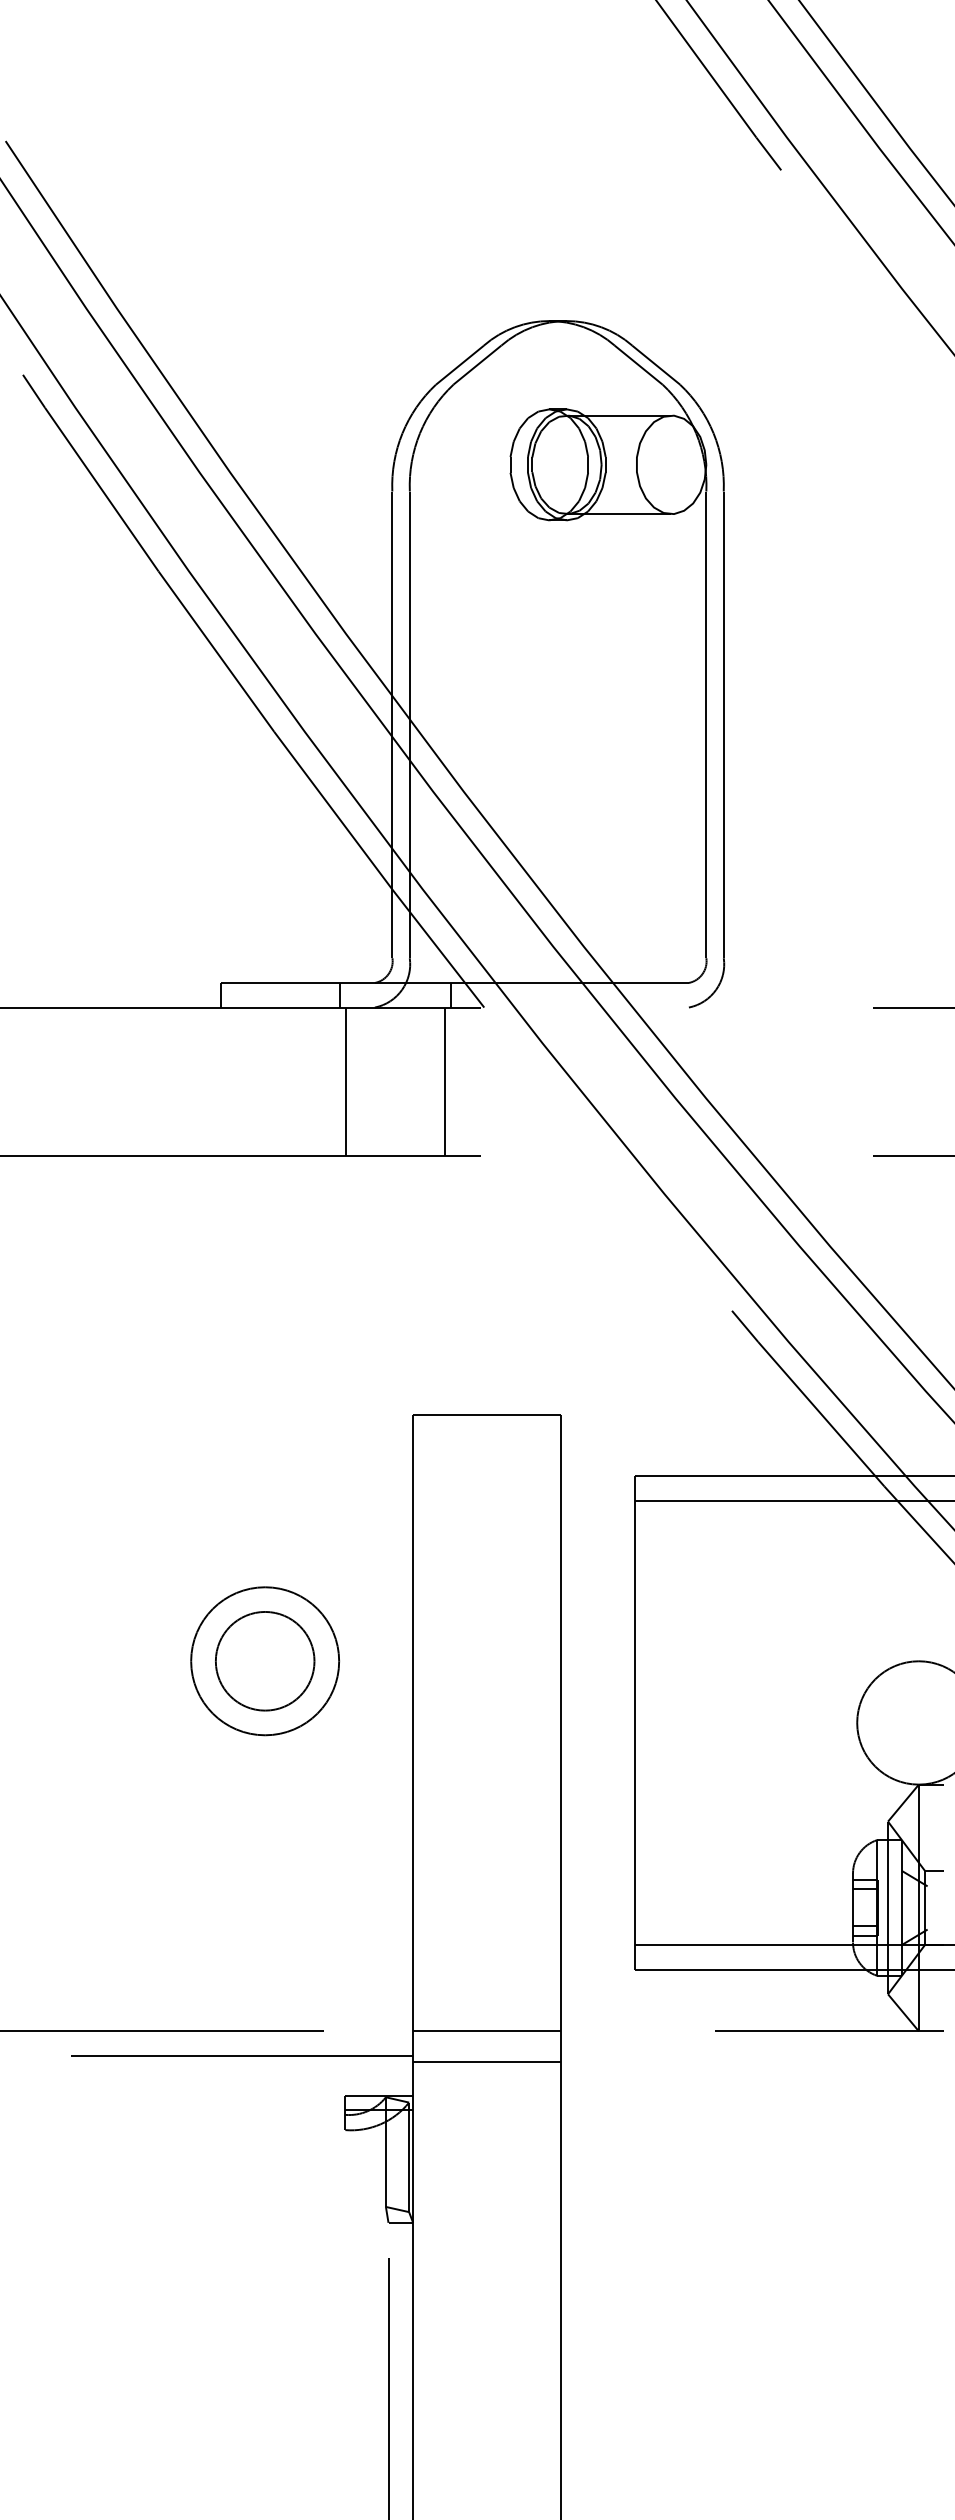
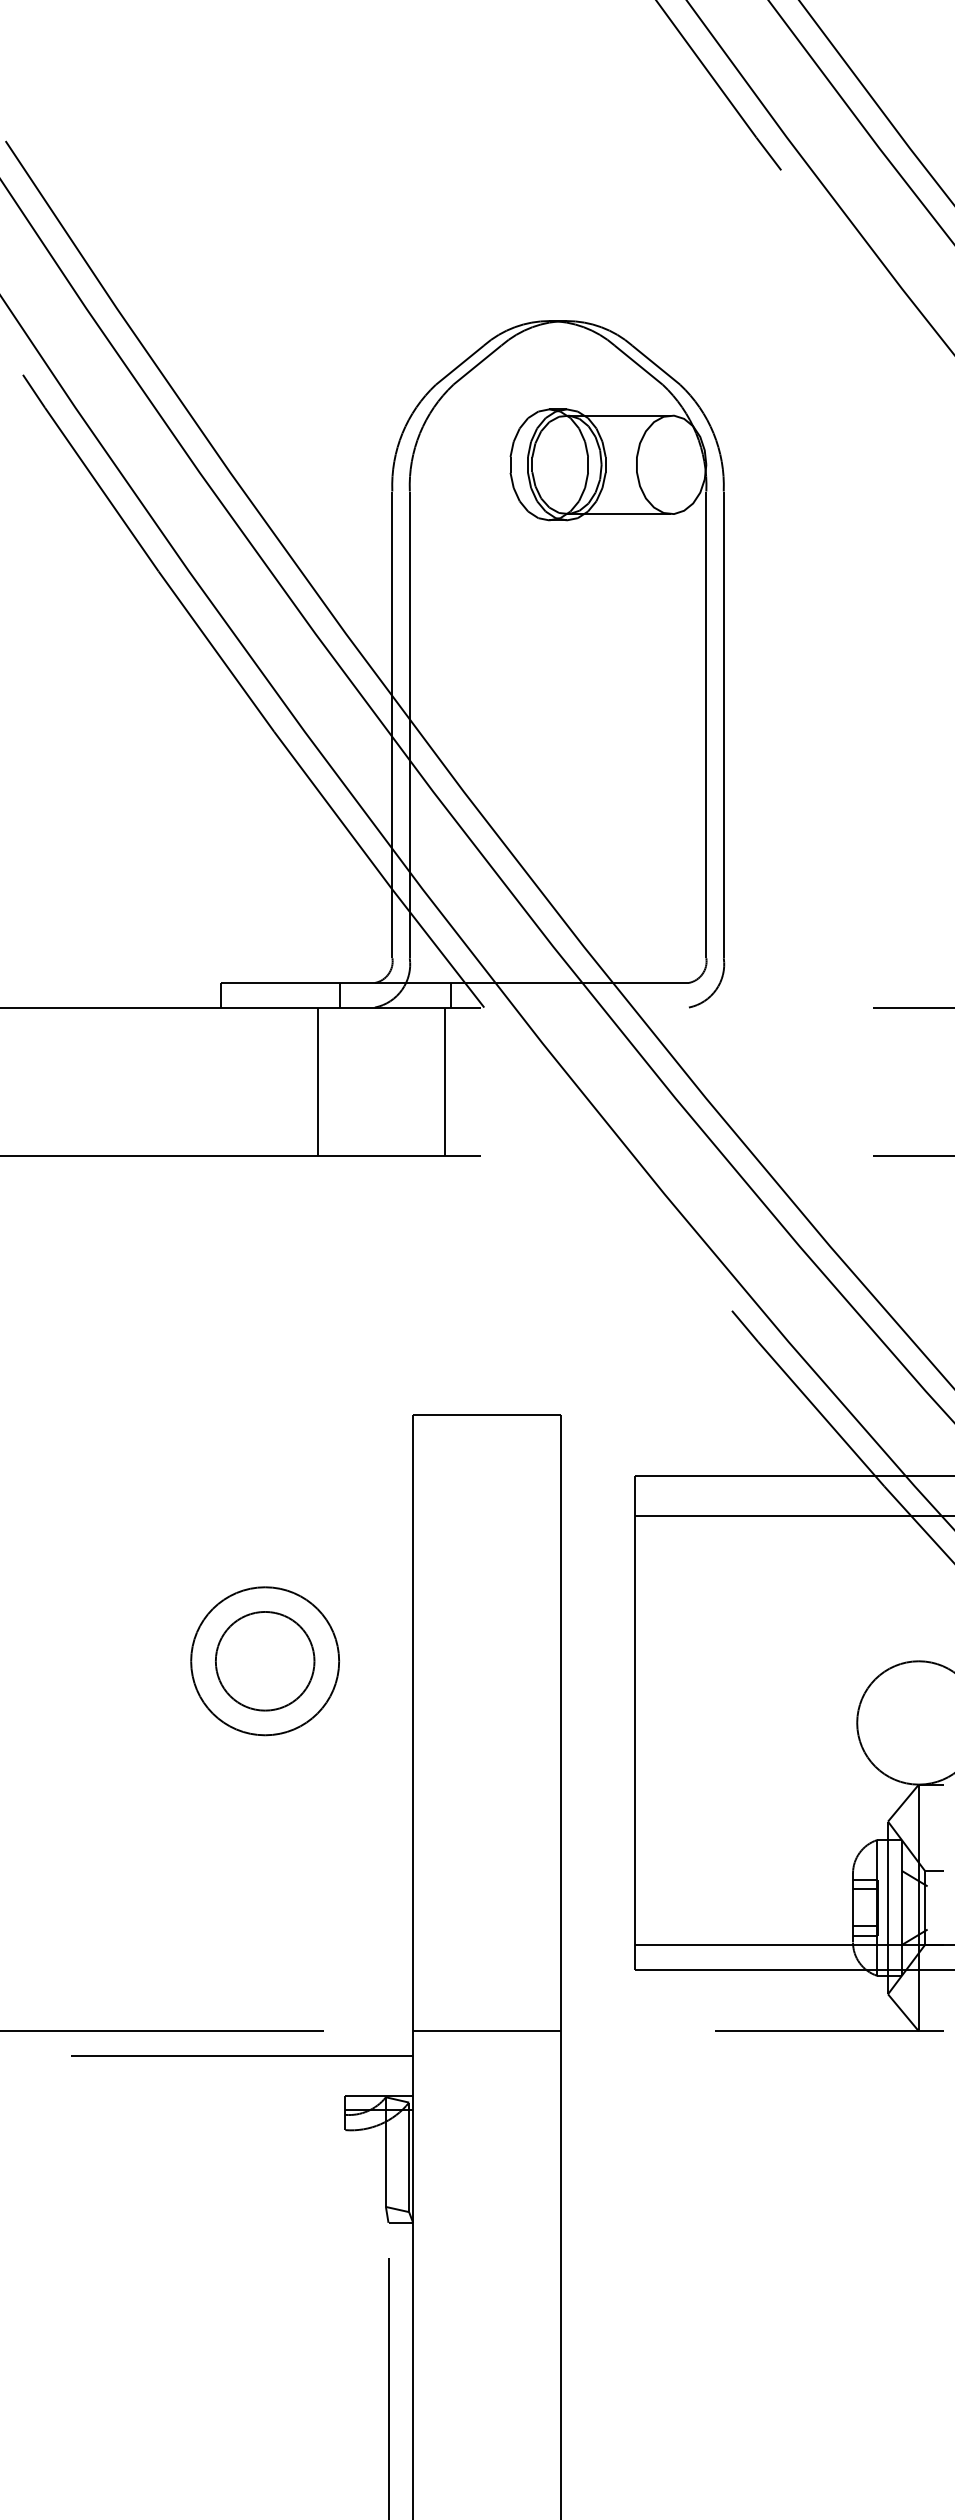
line at (346, 1081) position: (346, 1081) -> (318, 1081)
line at (793, 1500) position: (793, 1500) -> (793, 1515)
line at (487, 2062): present -> none
